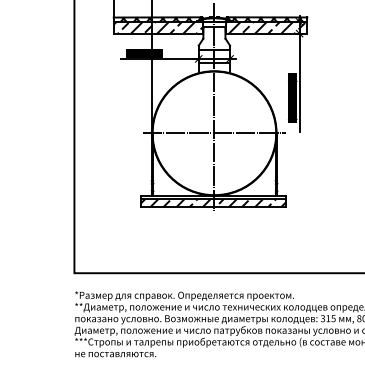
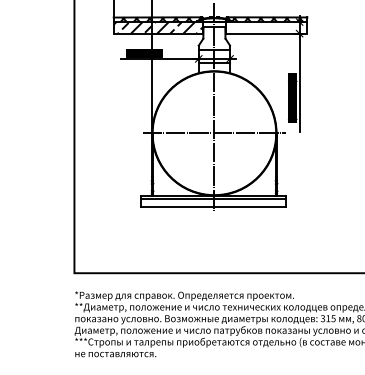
hatch at (265, 27): present -> none
hatch at (213, 203): present -> none
